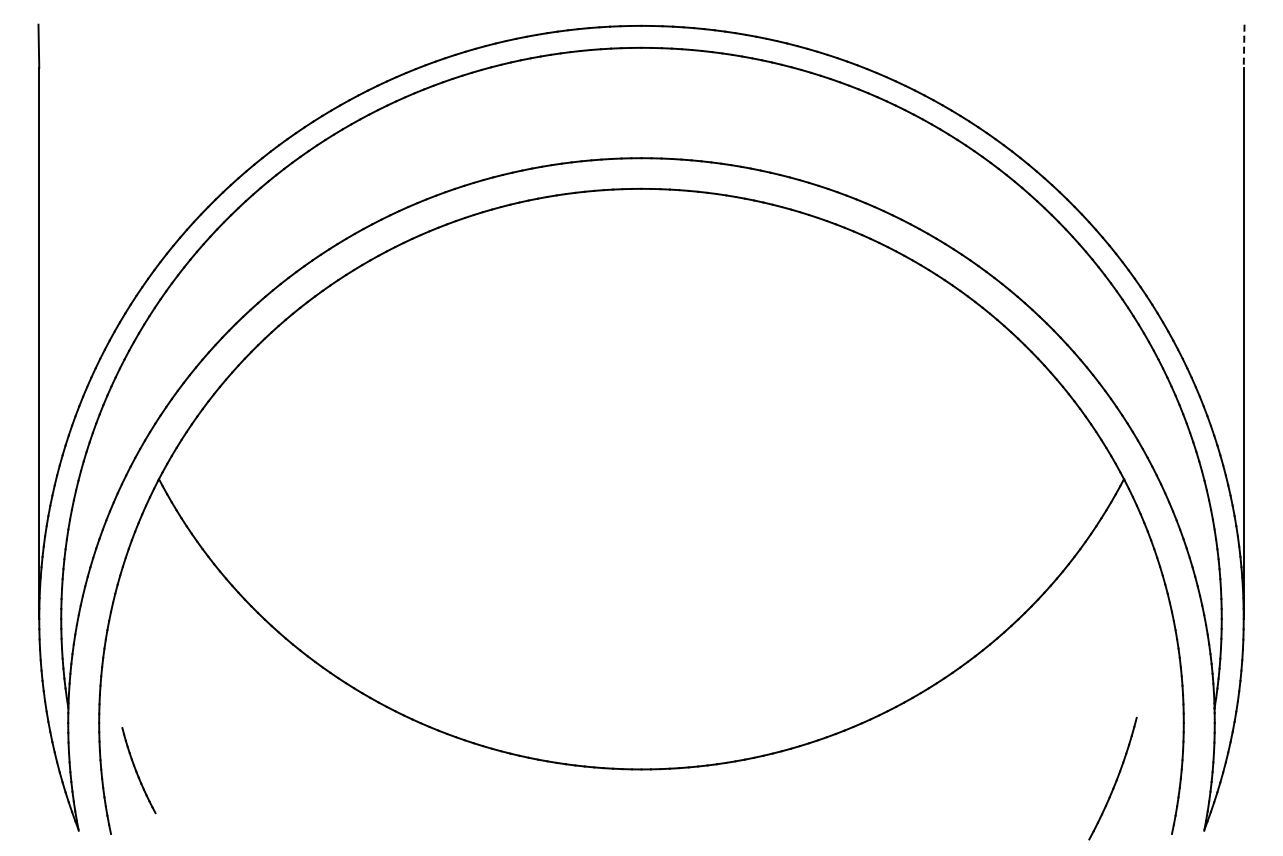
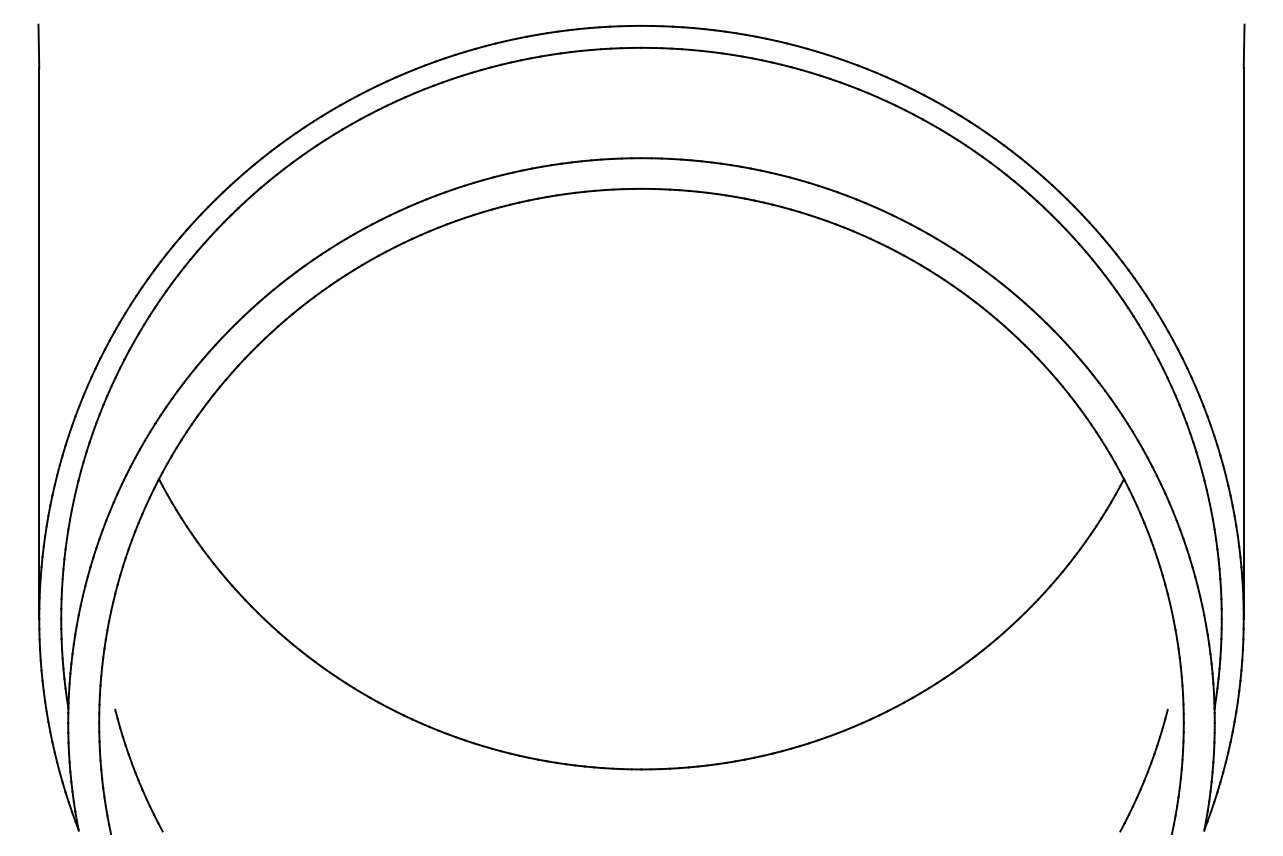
line at (1244, 46): dashed -> solid
part at (138, 770) size: 36x88 px -> 50x125 px
part at (1112, 778) position: (1112, 778) -> (1143, 770)
